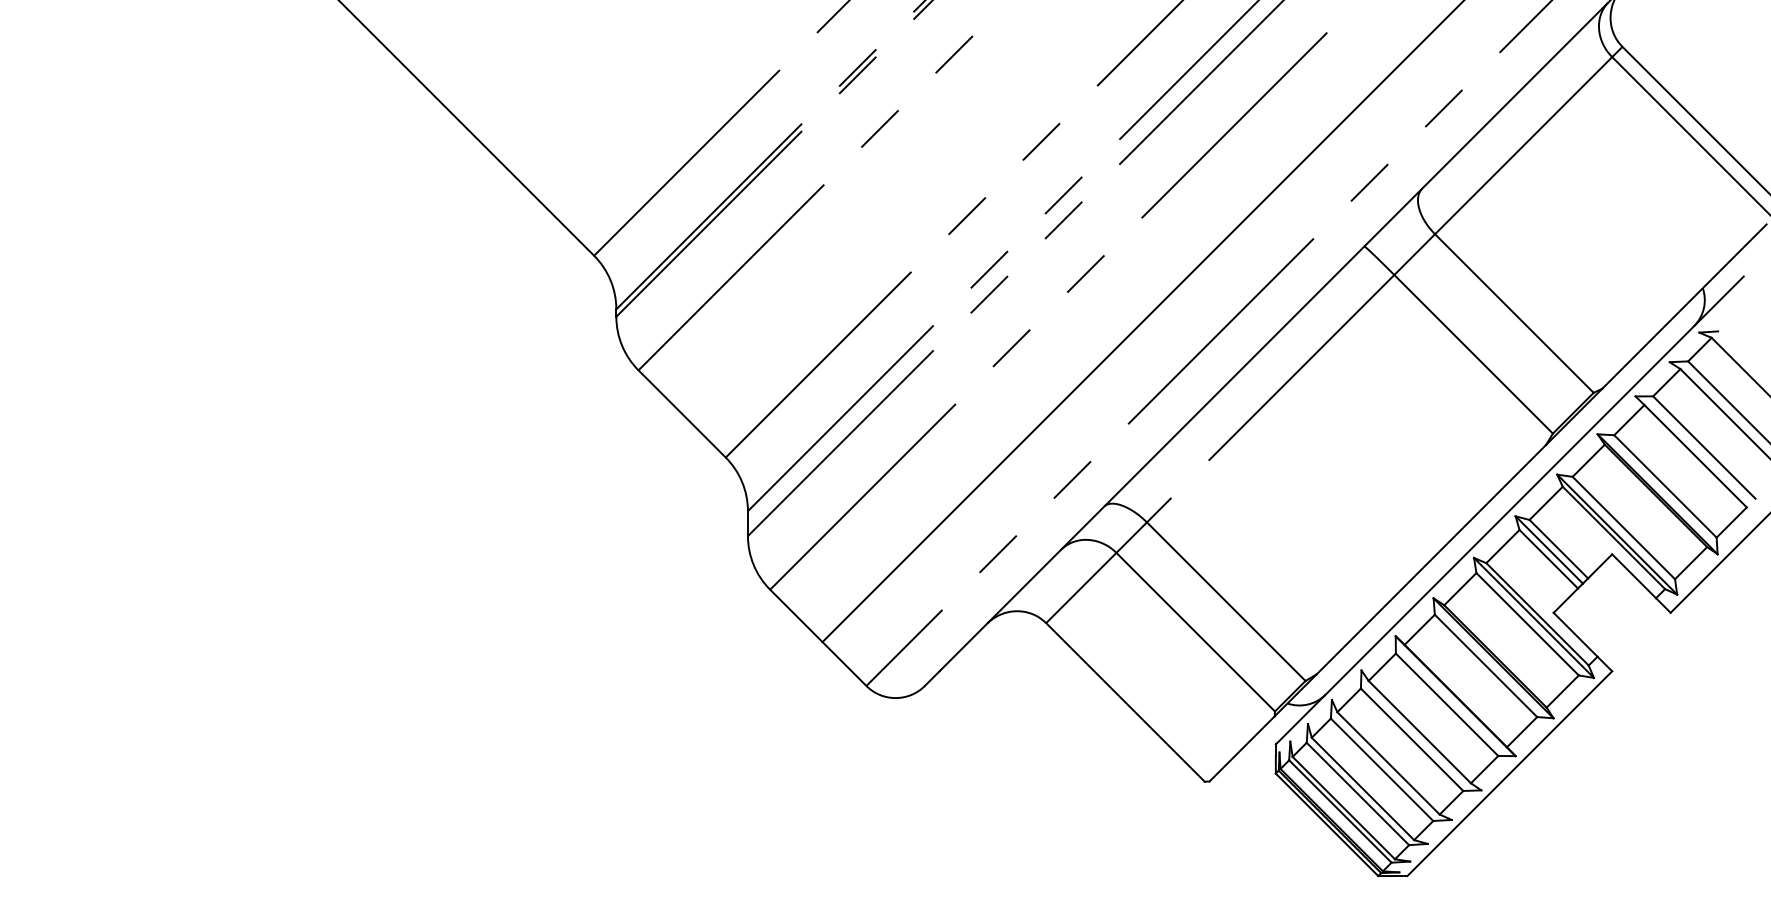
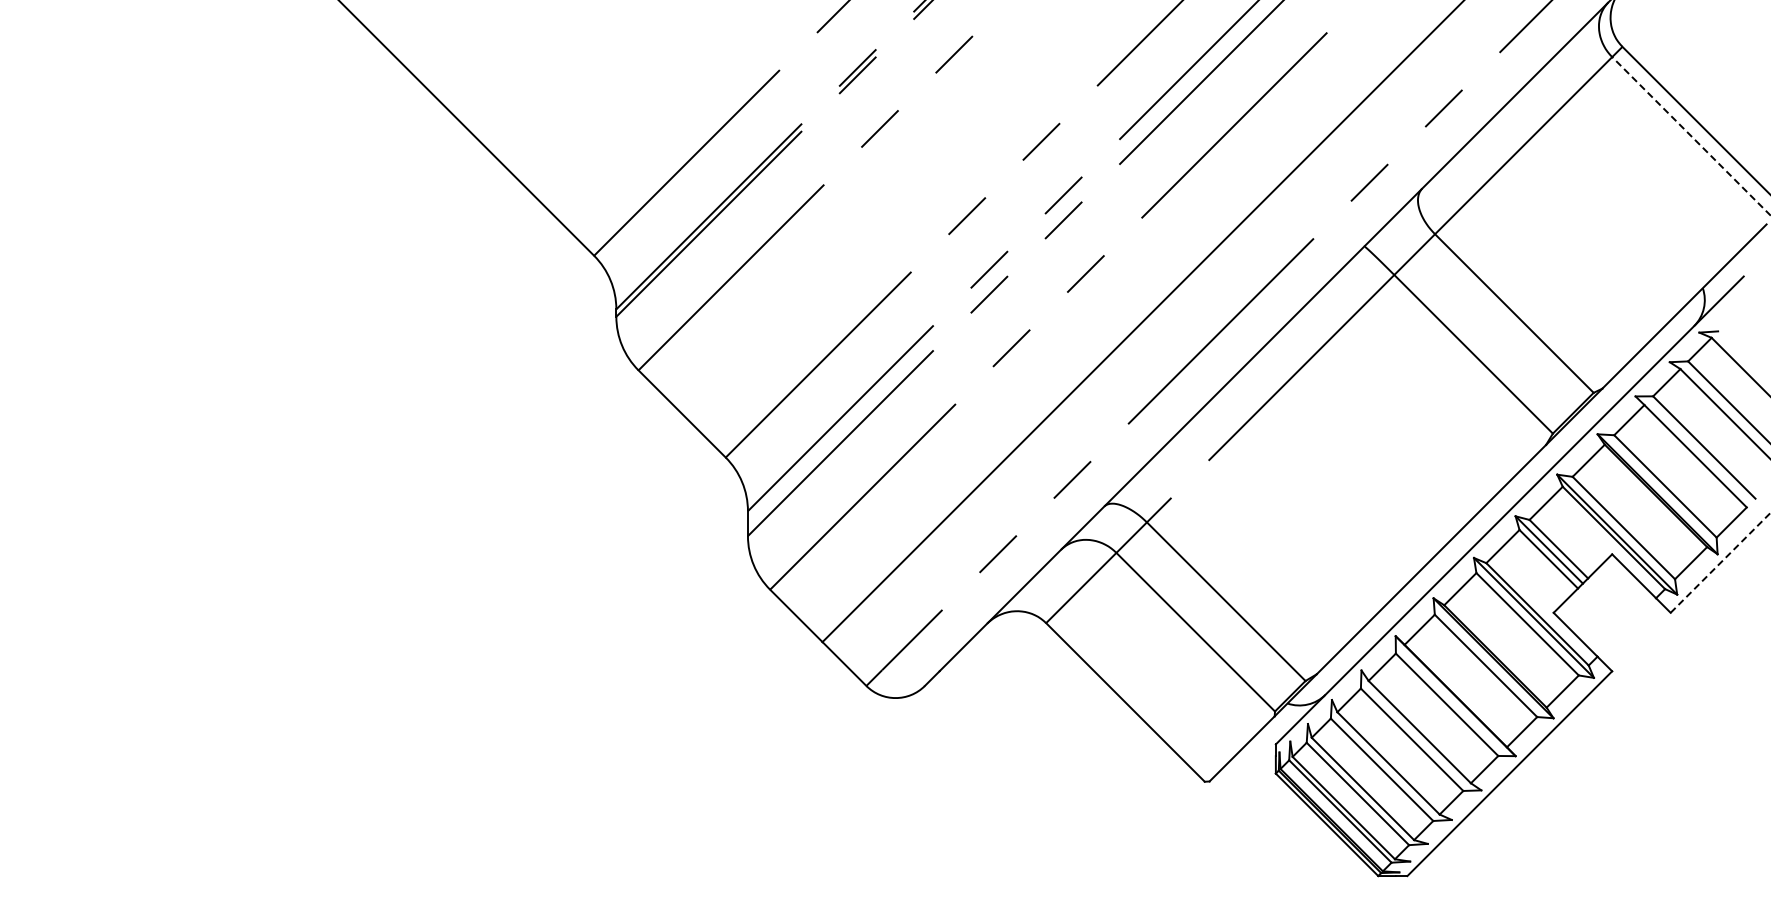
line at (1691, 136): solid -> dashed
line at (1720, 562): solid -> dashed
